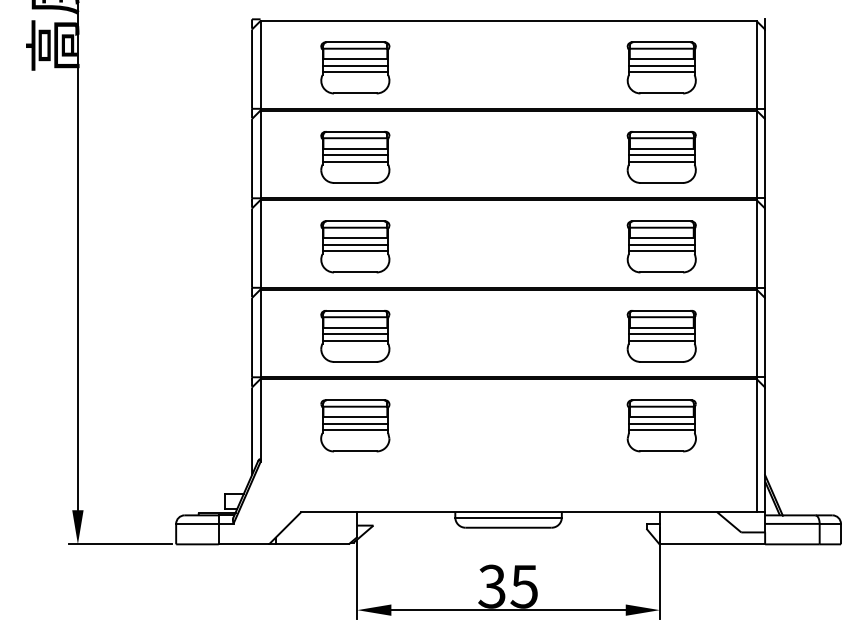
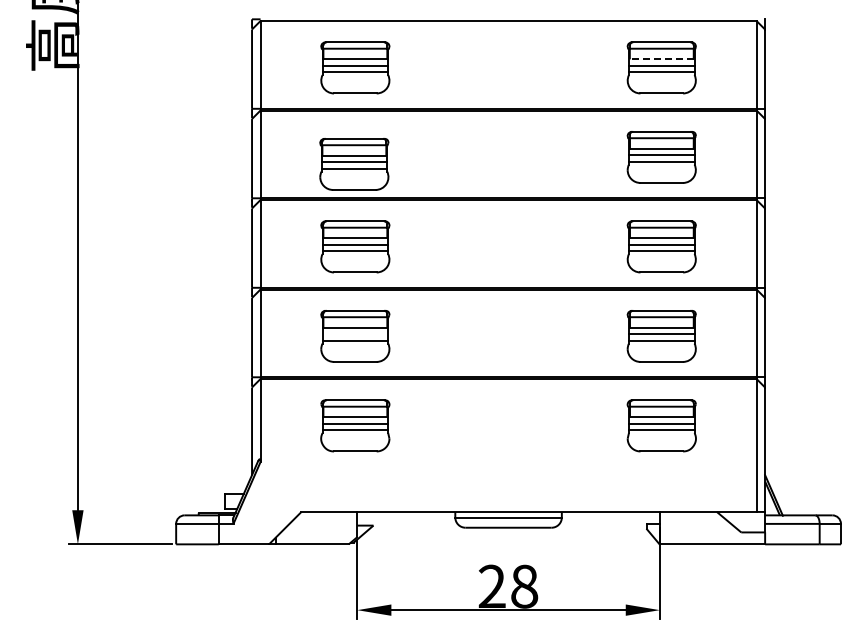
line at (661, 59): solid -> dashed
part at (355, 157) position: (355, 157) -> (354, 164)
line at (355, 334): present -> none
text at (508, 586): 35 -> 28
